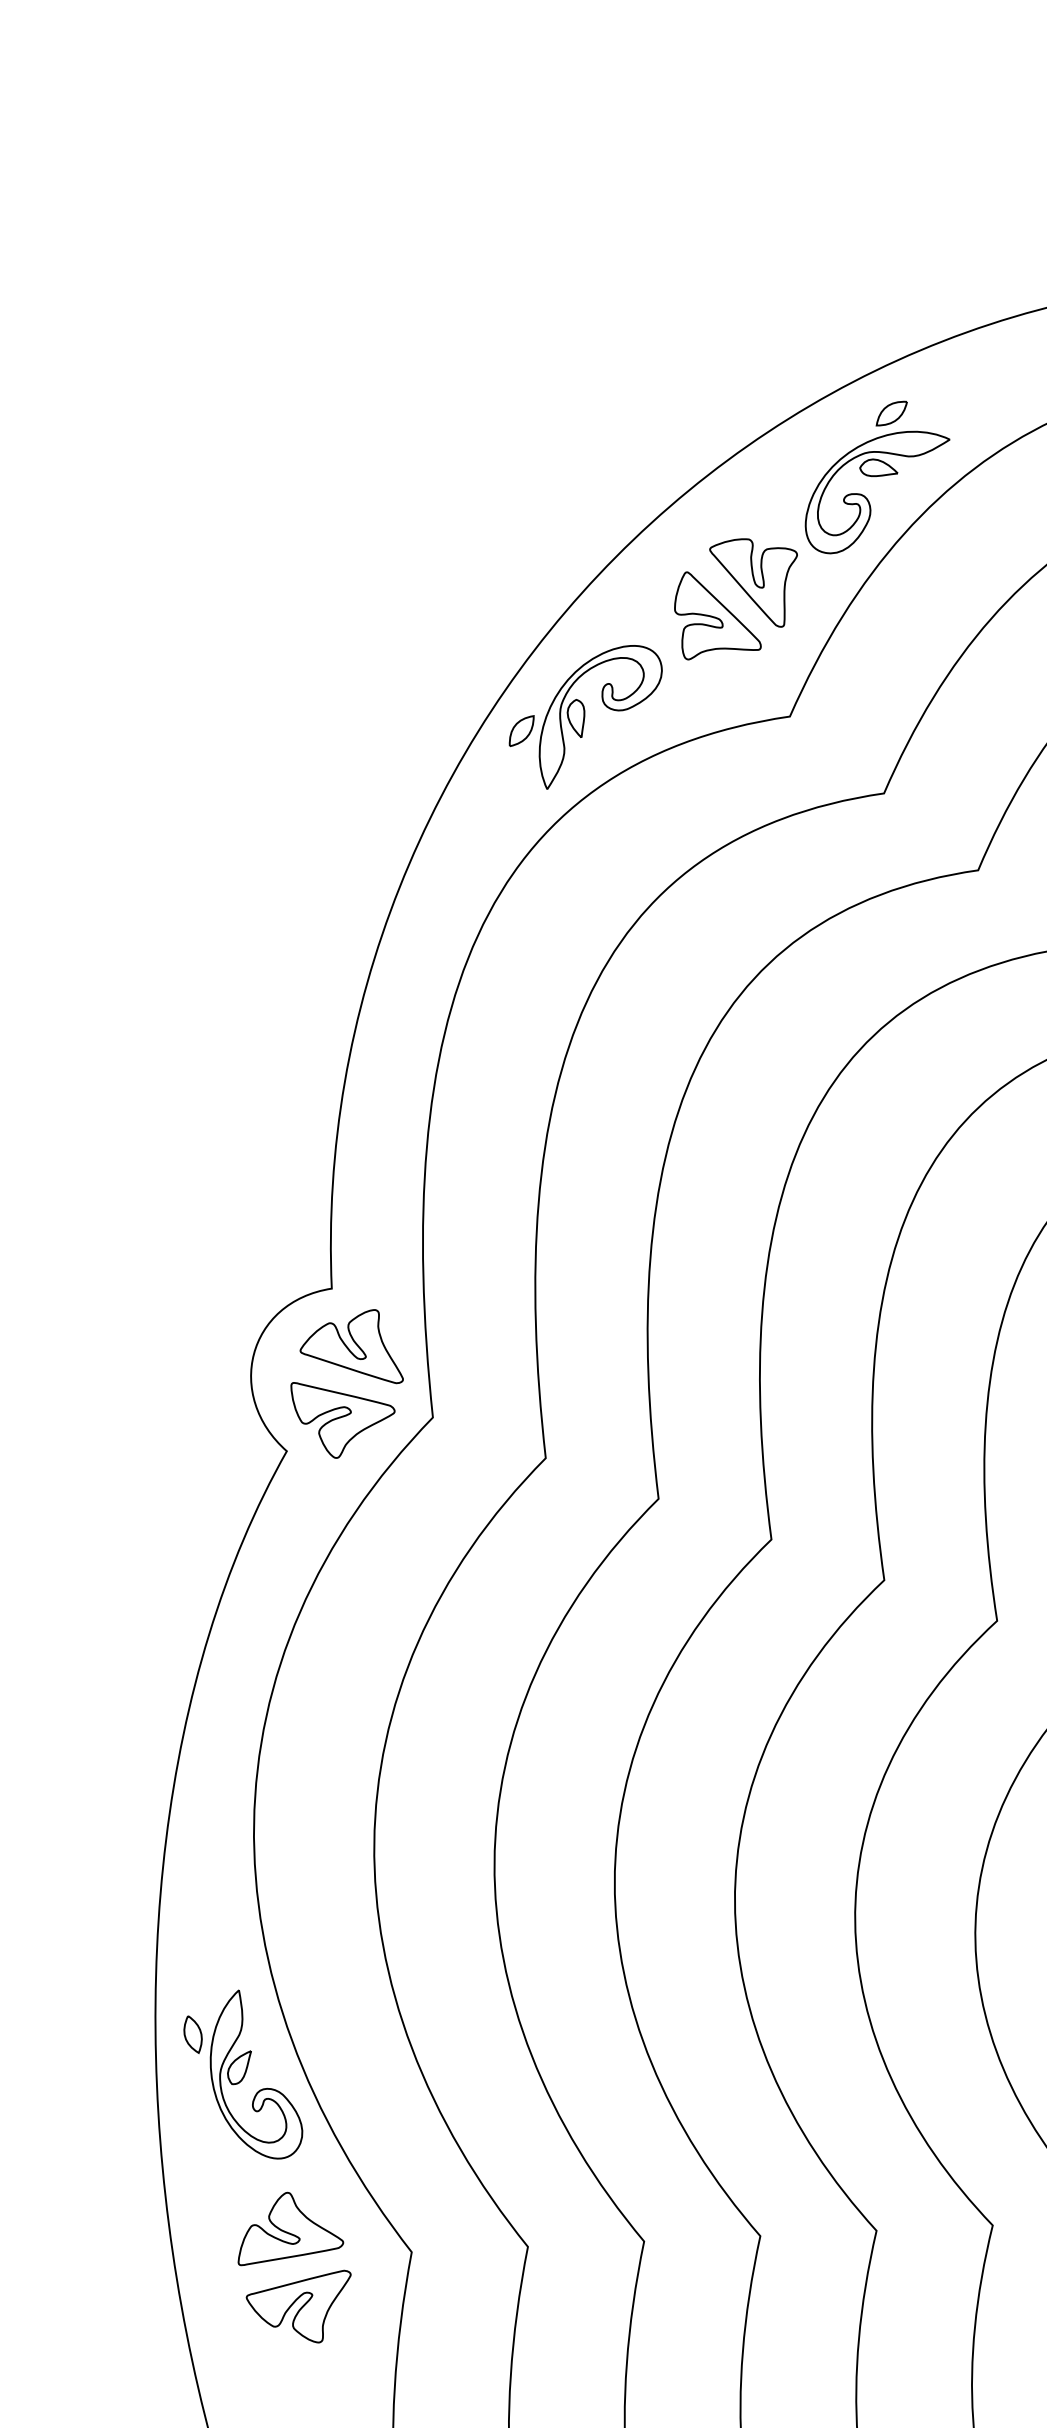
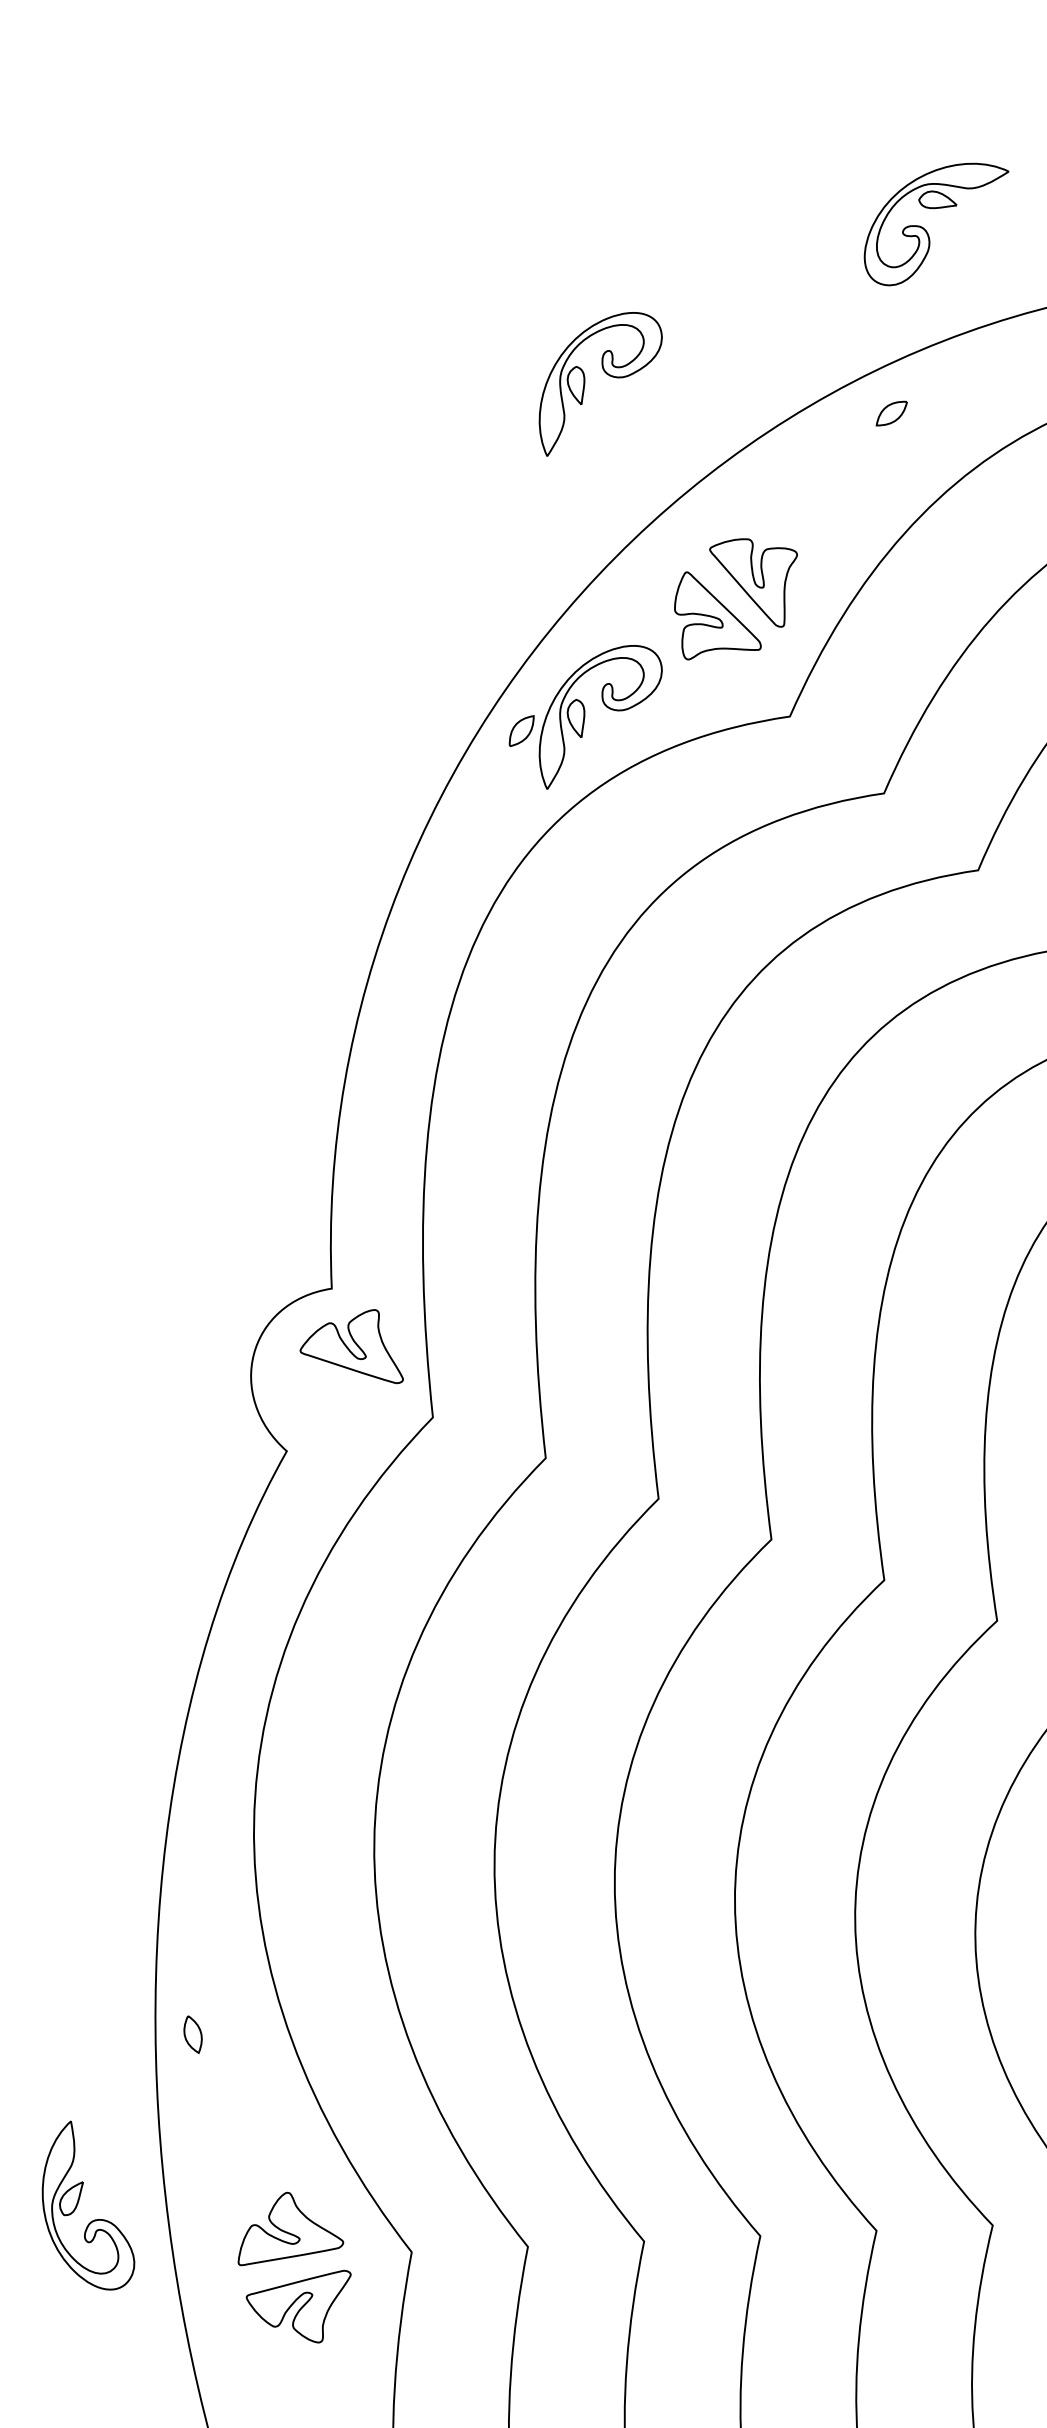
part at (606, 374): none -> present
part at (868, 499) position: (868, 499) -> (927, 231)
part at (342, 1420): present -> none
part at (247, 2070) position: (247, 2070) -> (79, 2201)
